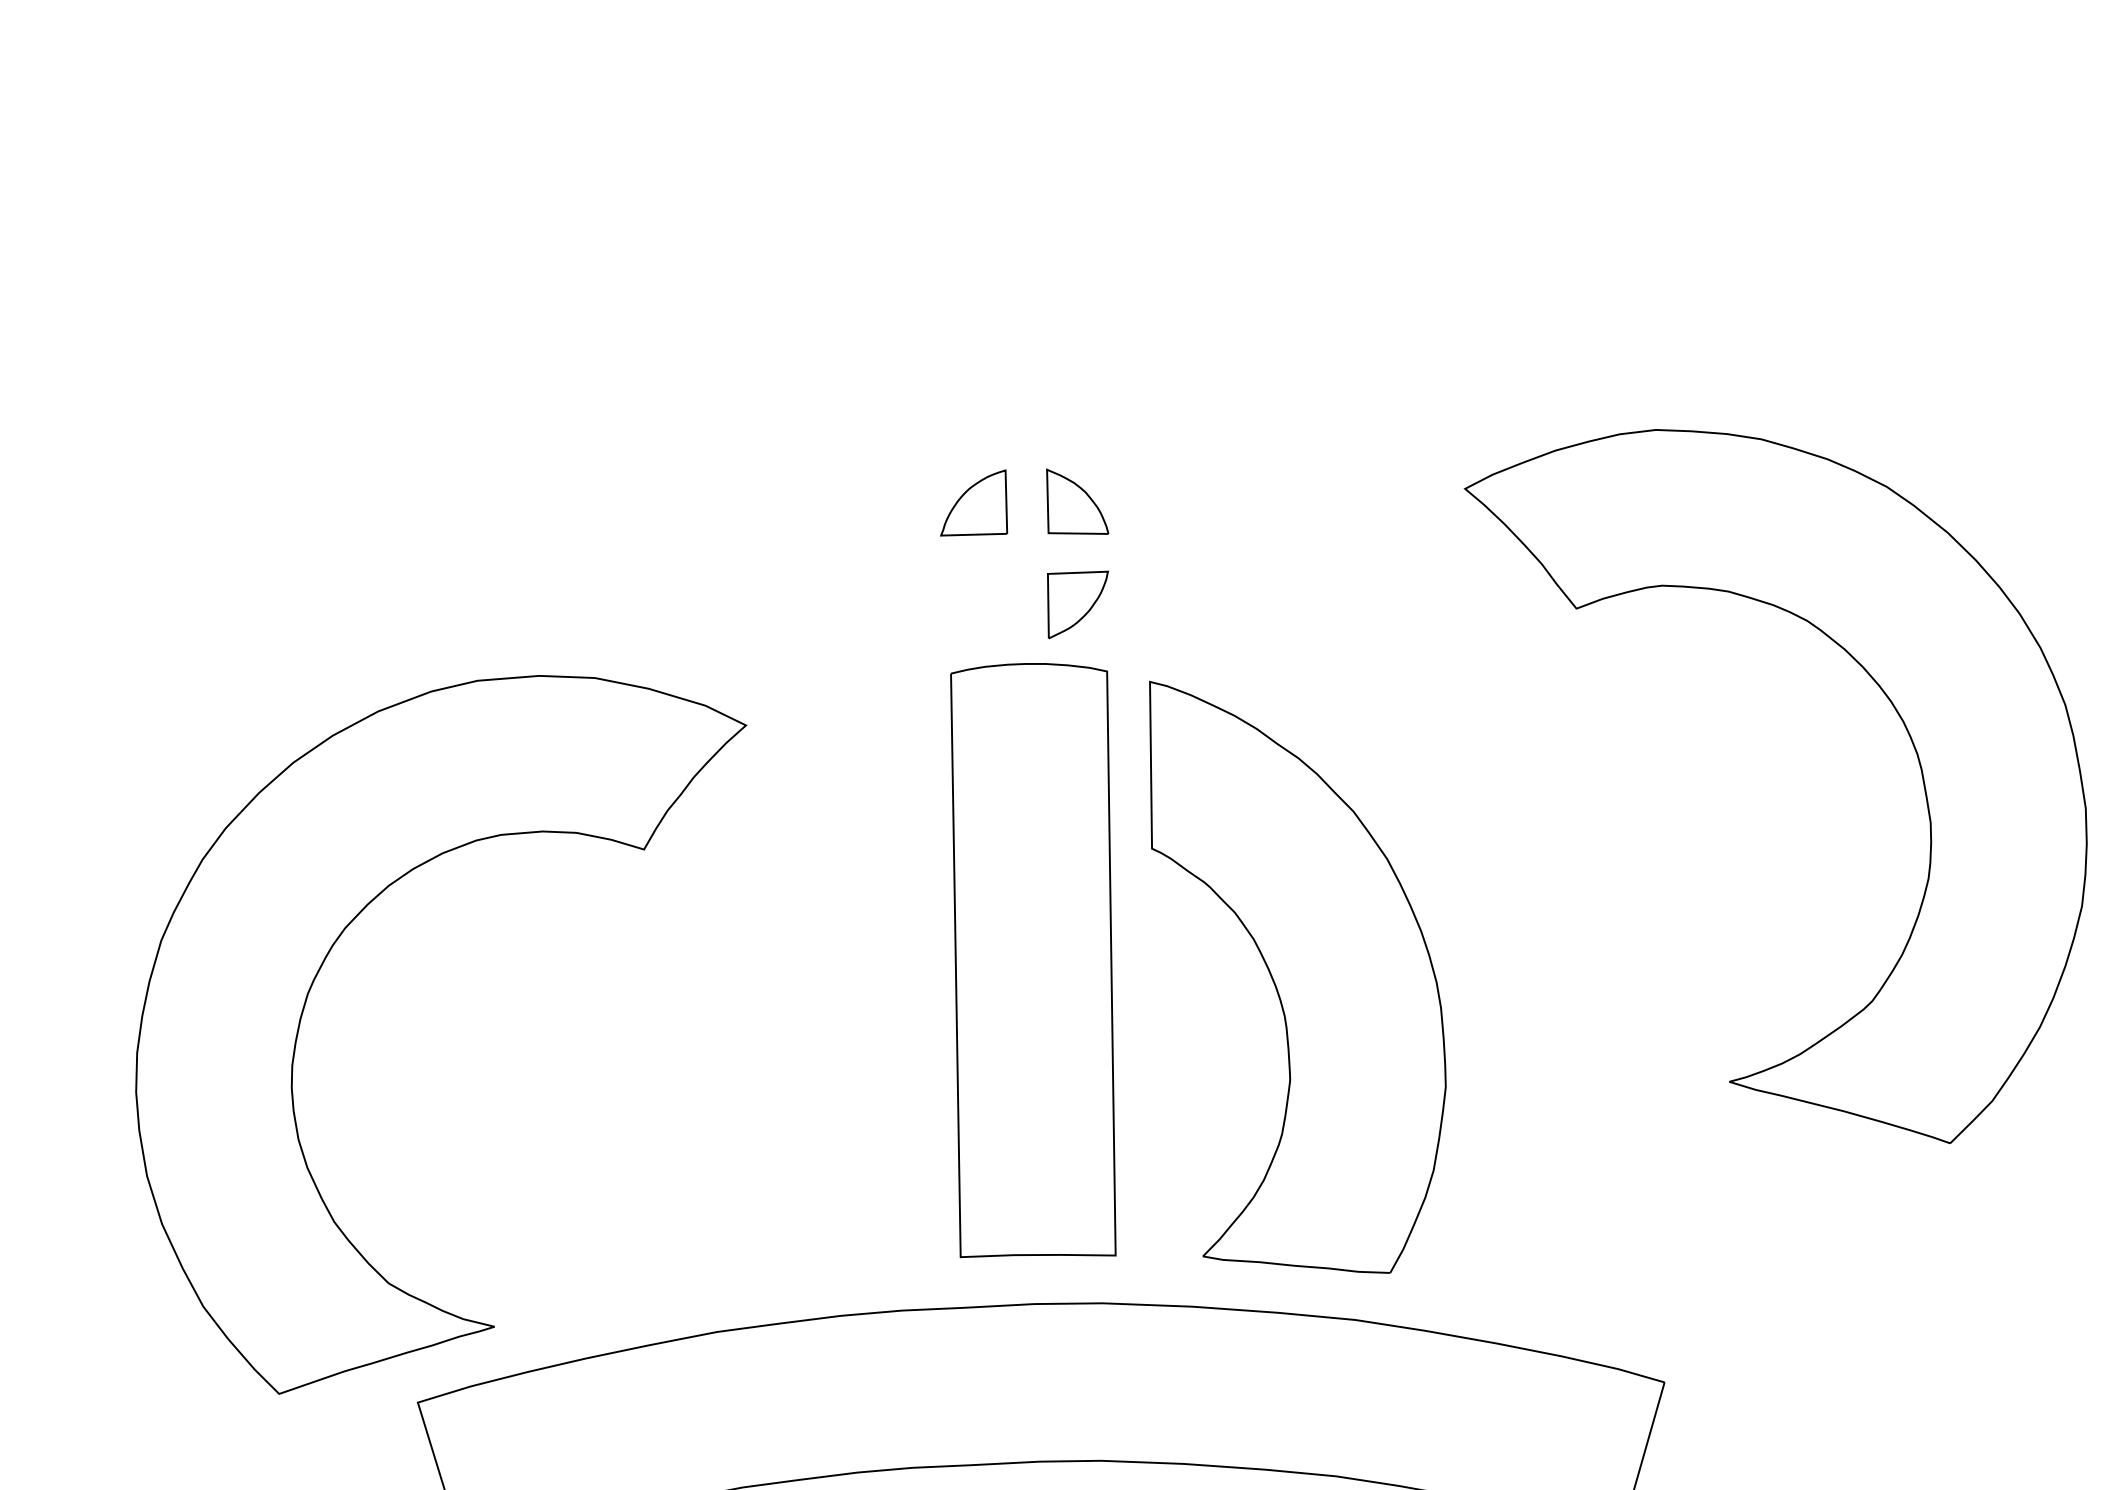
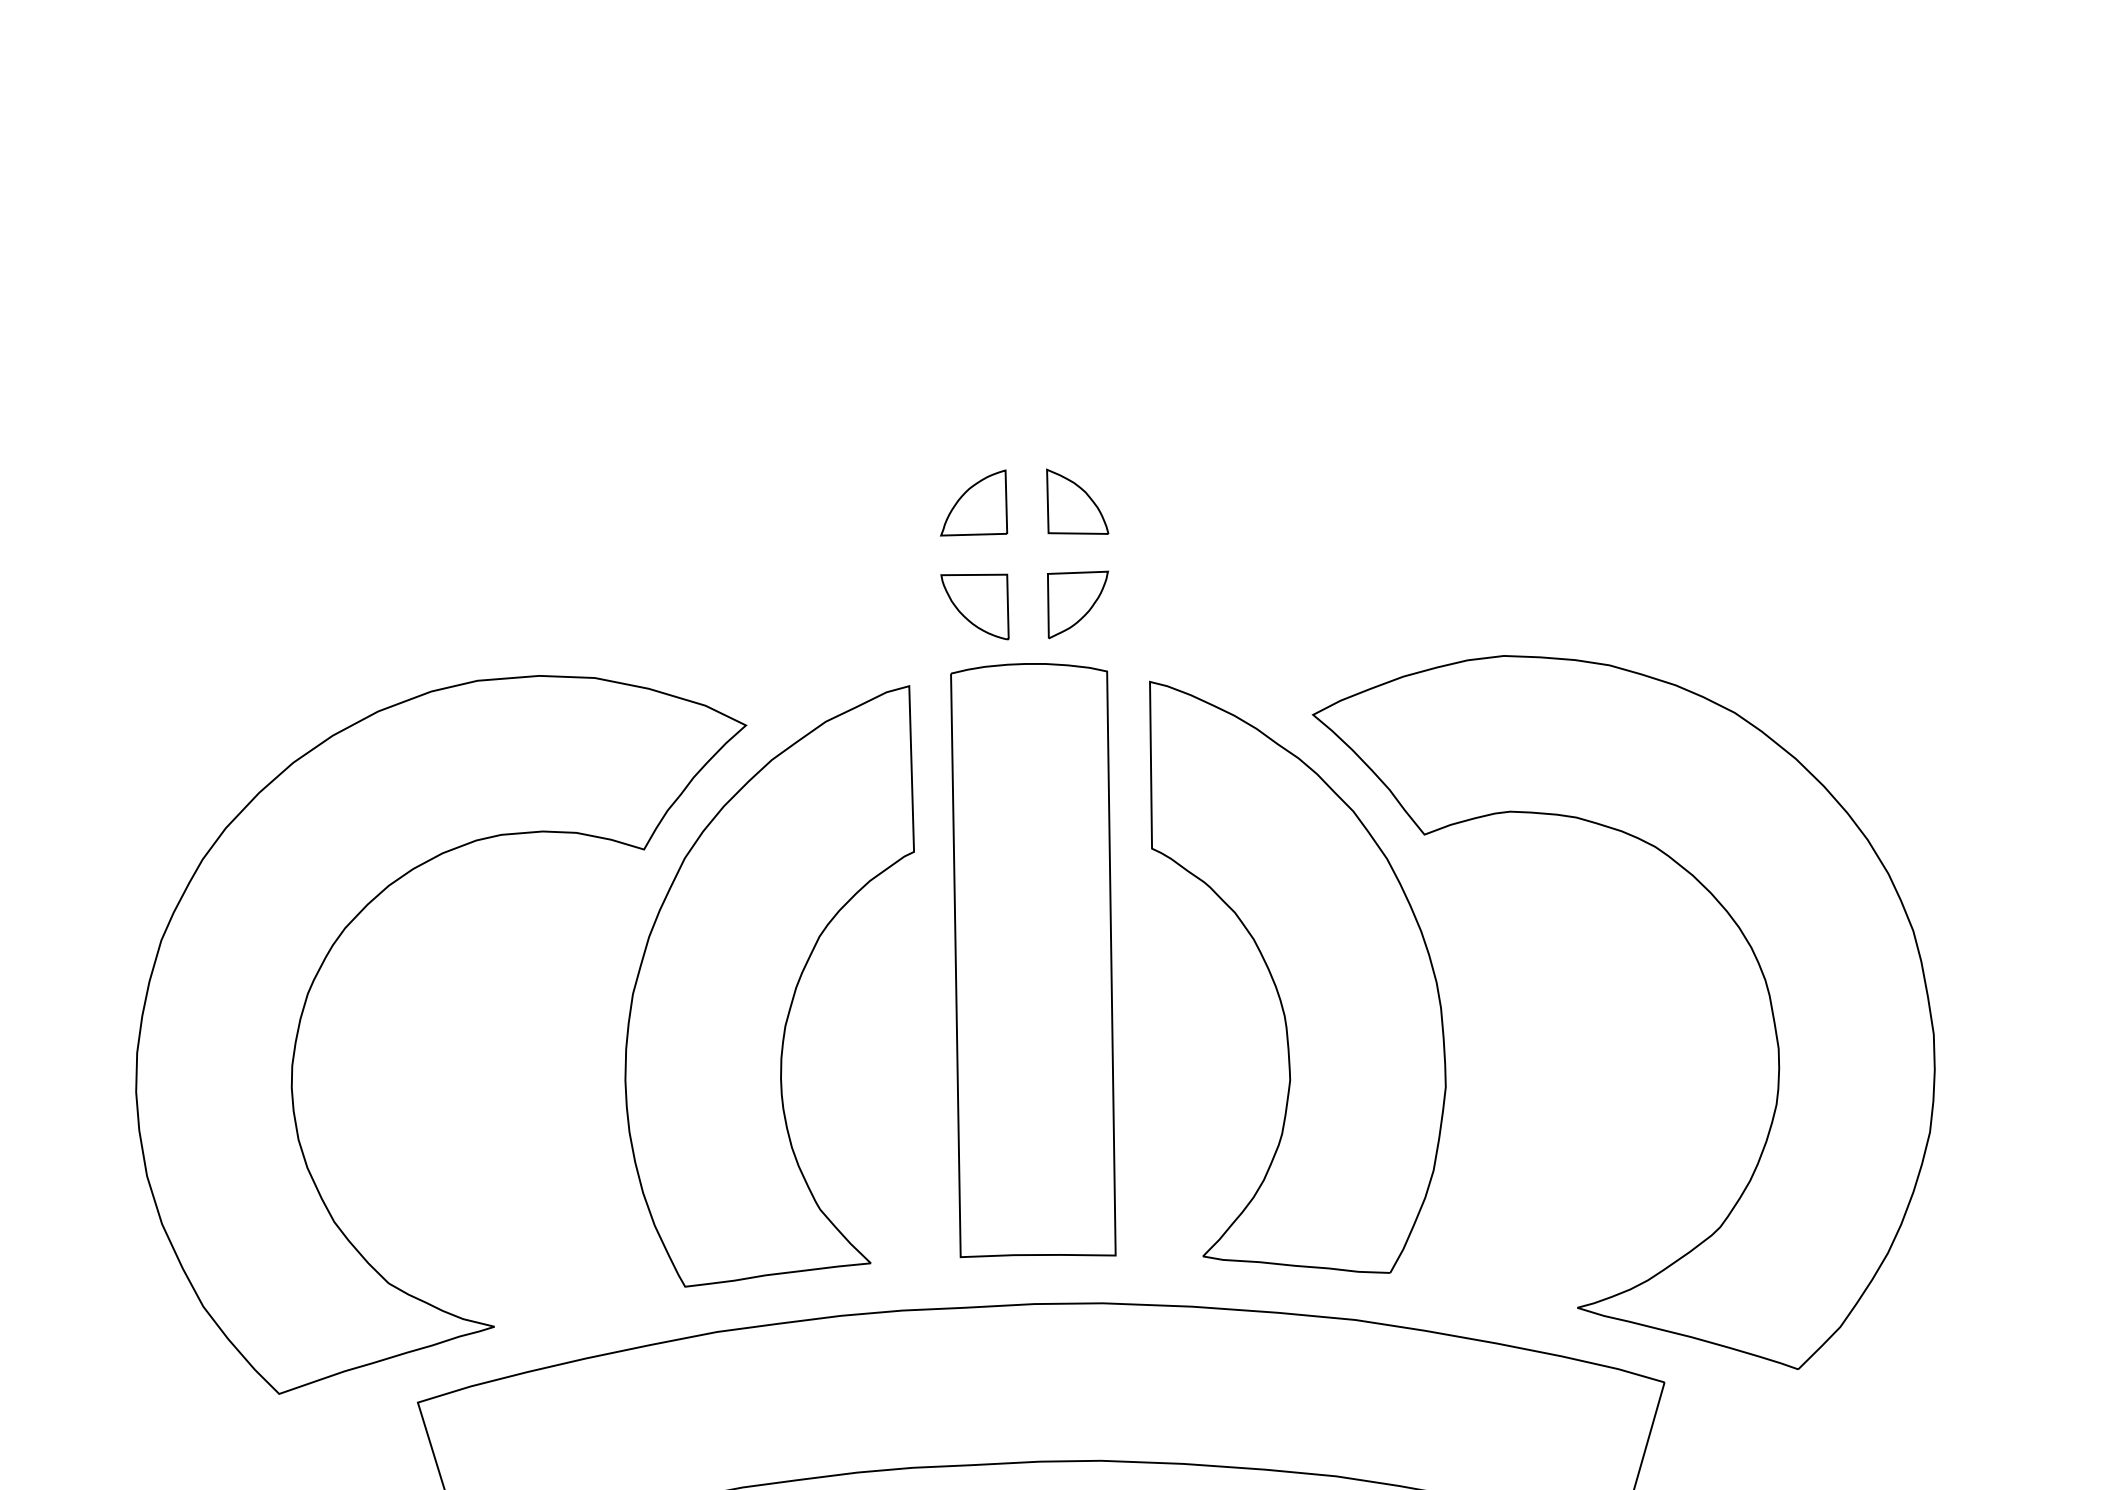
part at (974, 606): none -> present
part at (1897, 714) position: (1897, 714) -> (1745, 940)
part at (769, 986): none -> present
